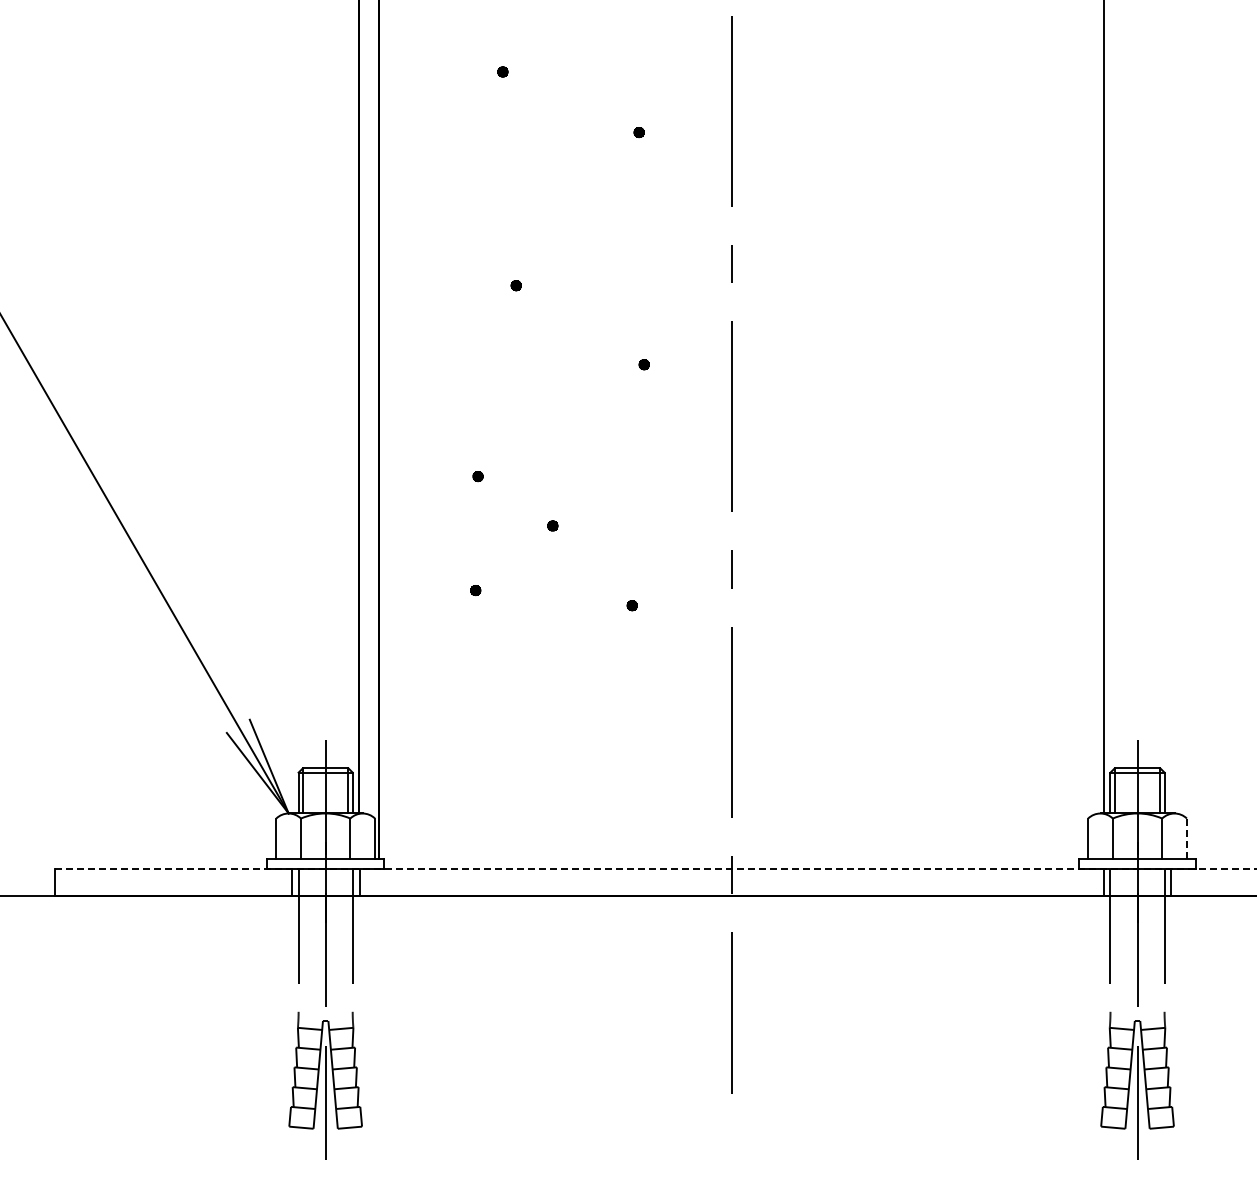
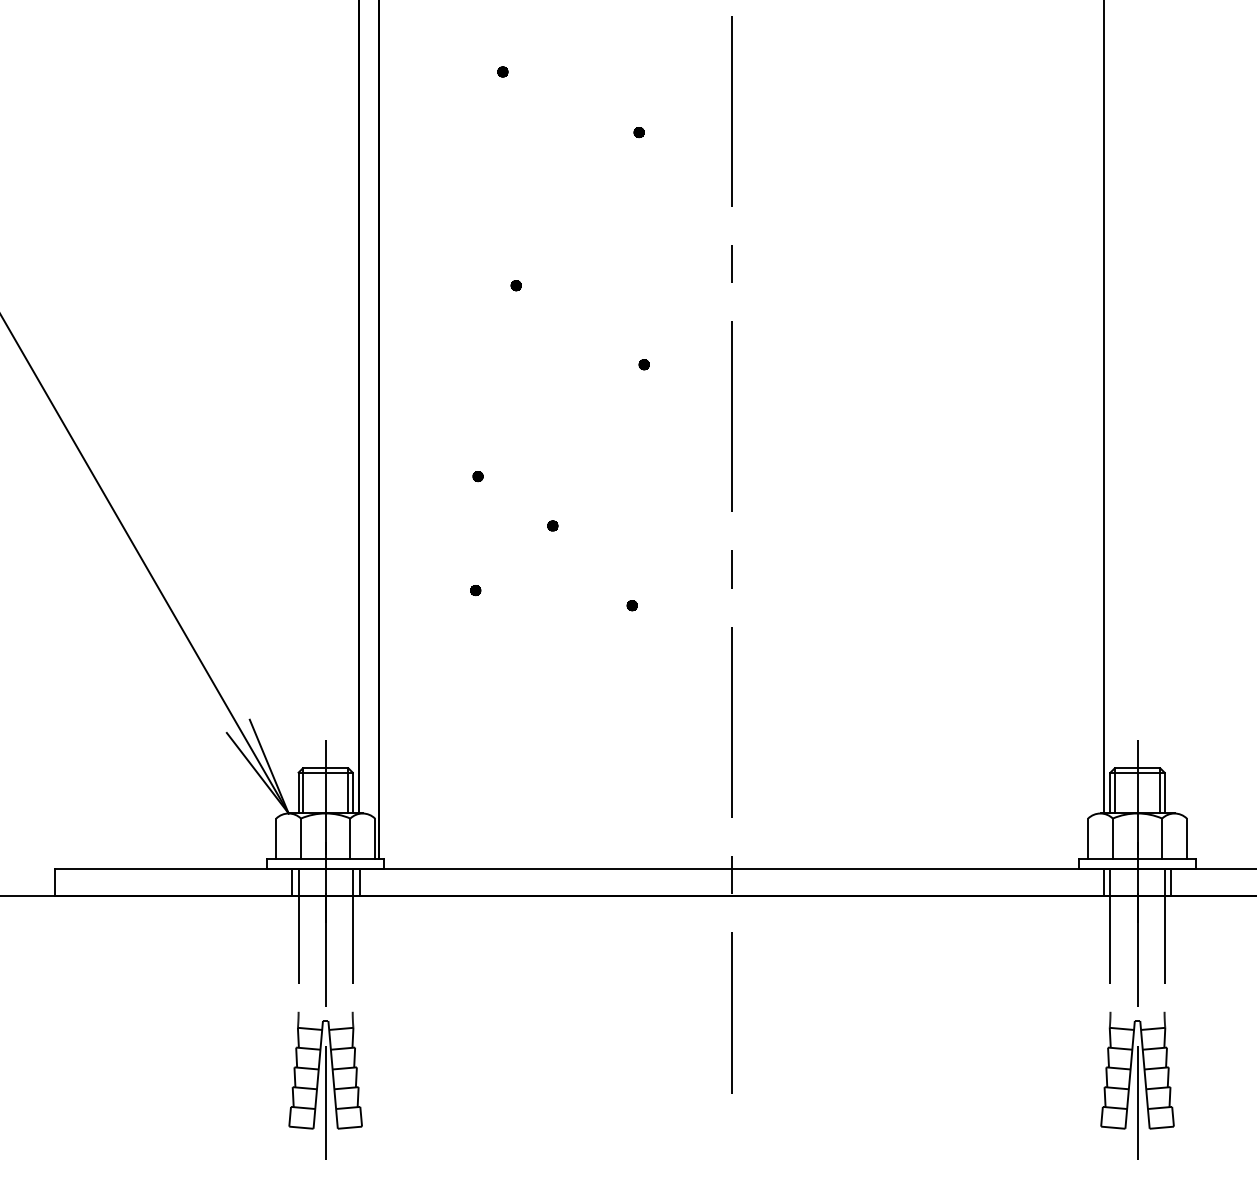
line at (1186, 839): dashed -> solid
line at (655, 868): dashed -> solid
